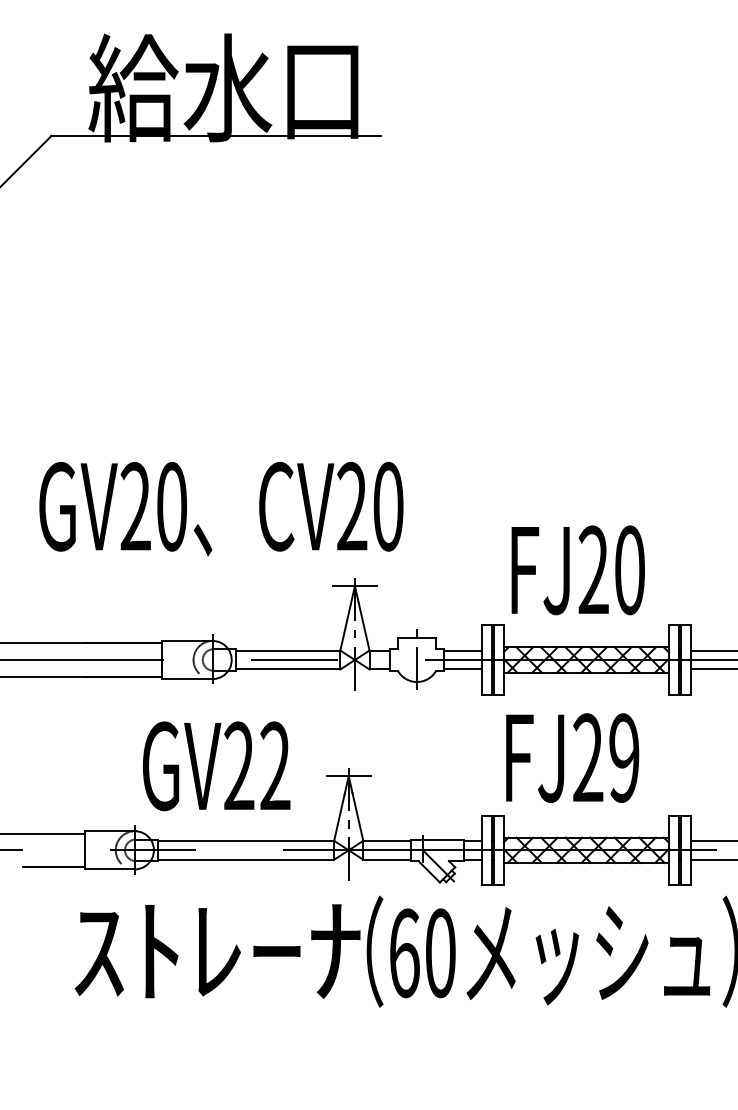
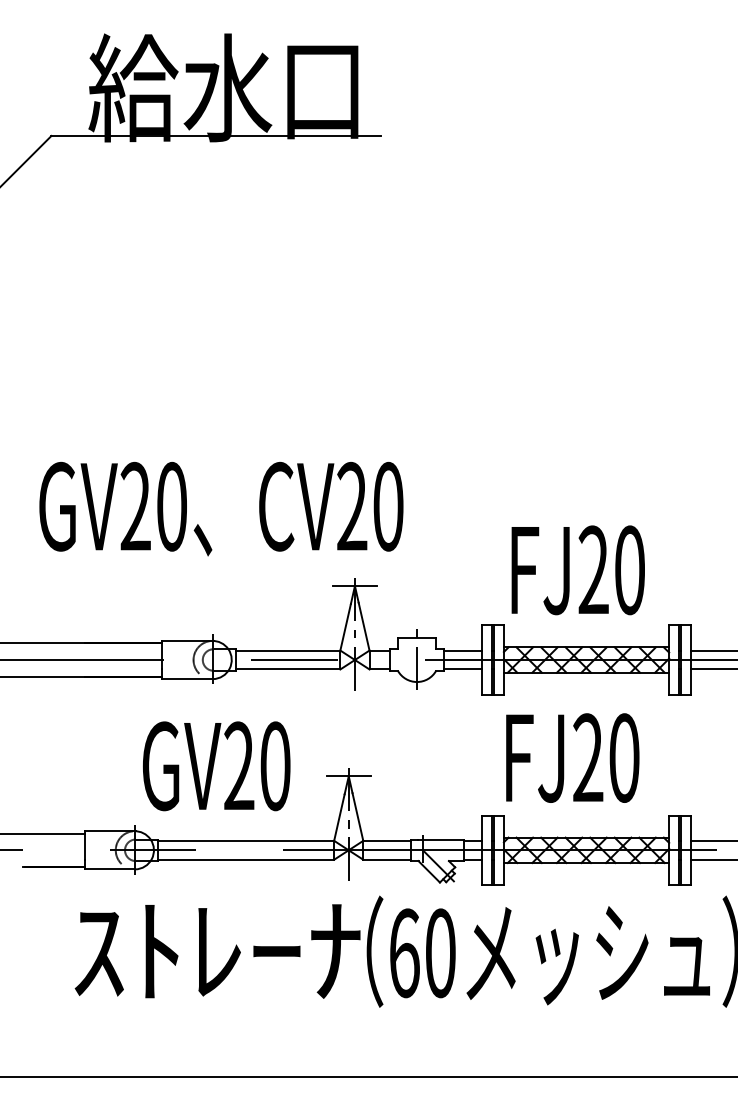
text at (624, 757): FJ29 -> FJ20
text at (275, 766): GV22 -> GV20
line at (368, 1076): none -> present
